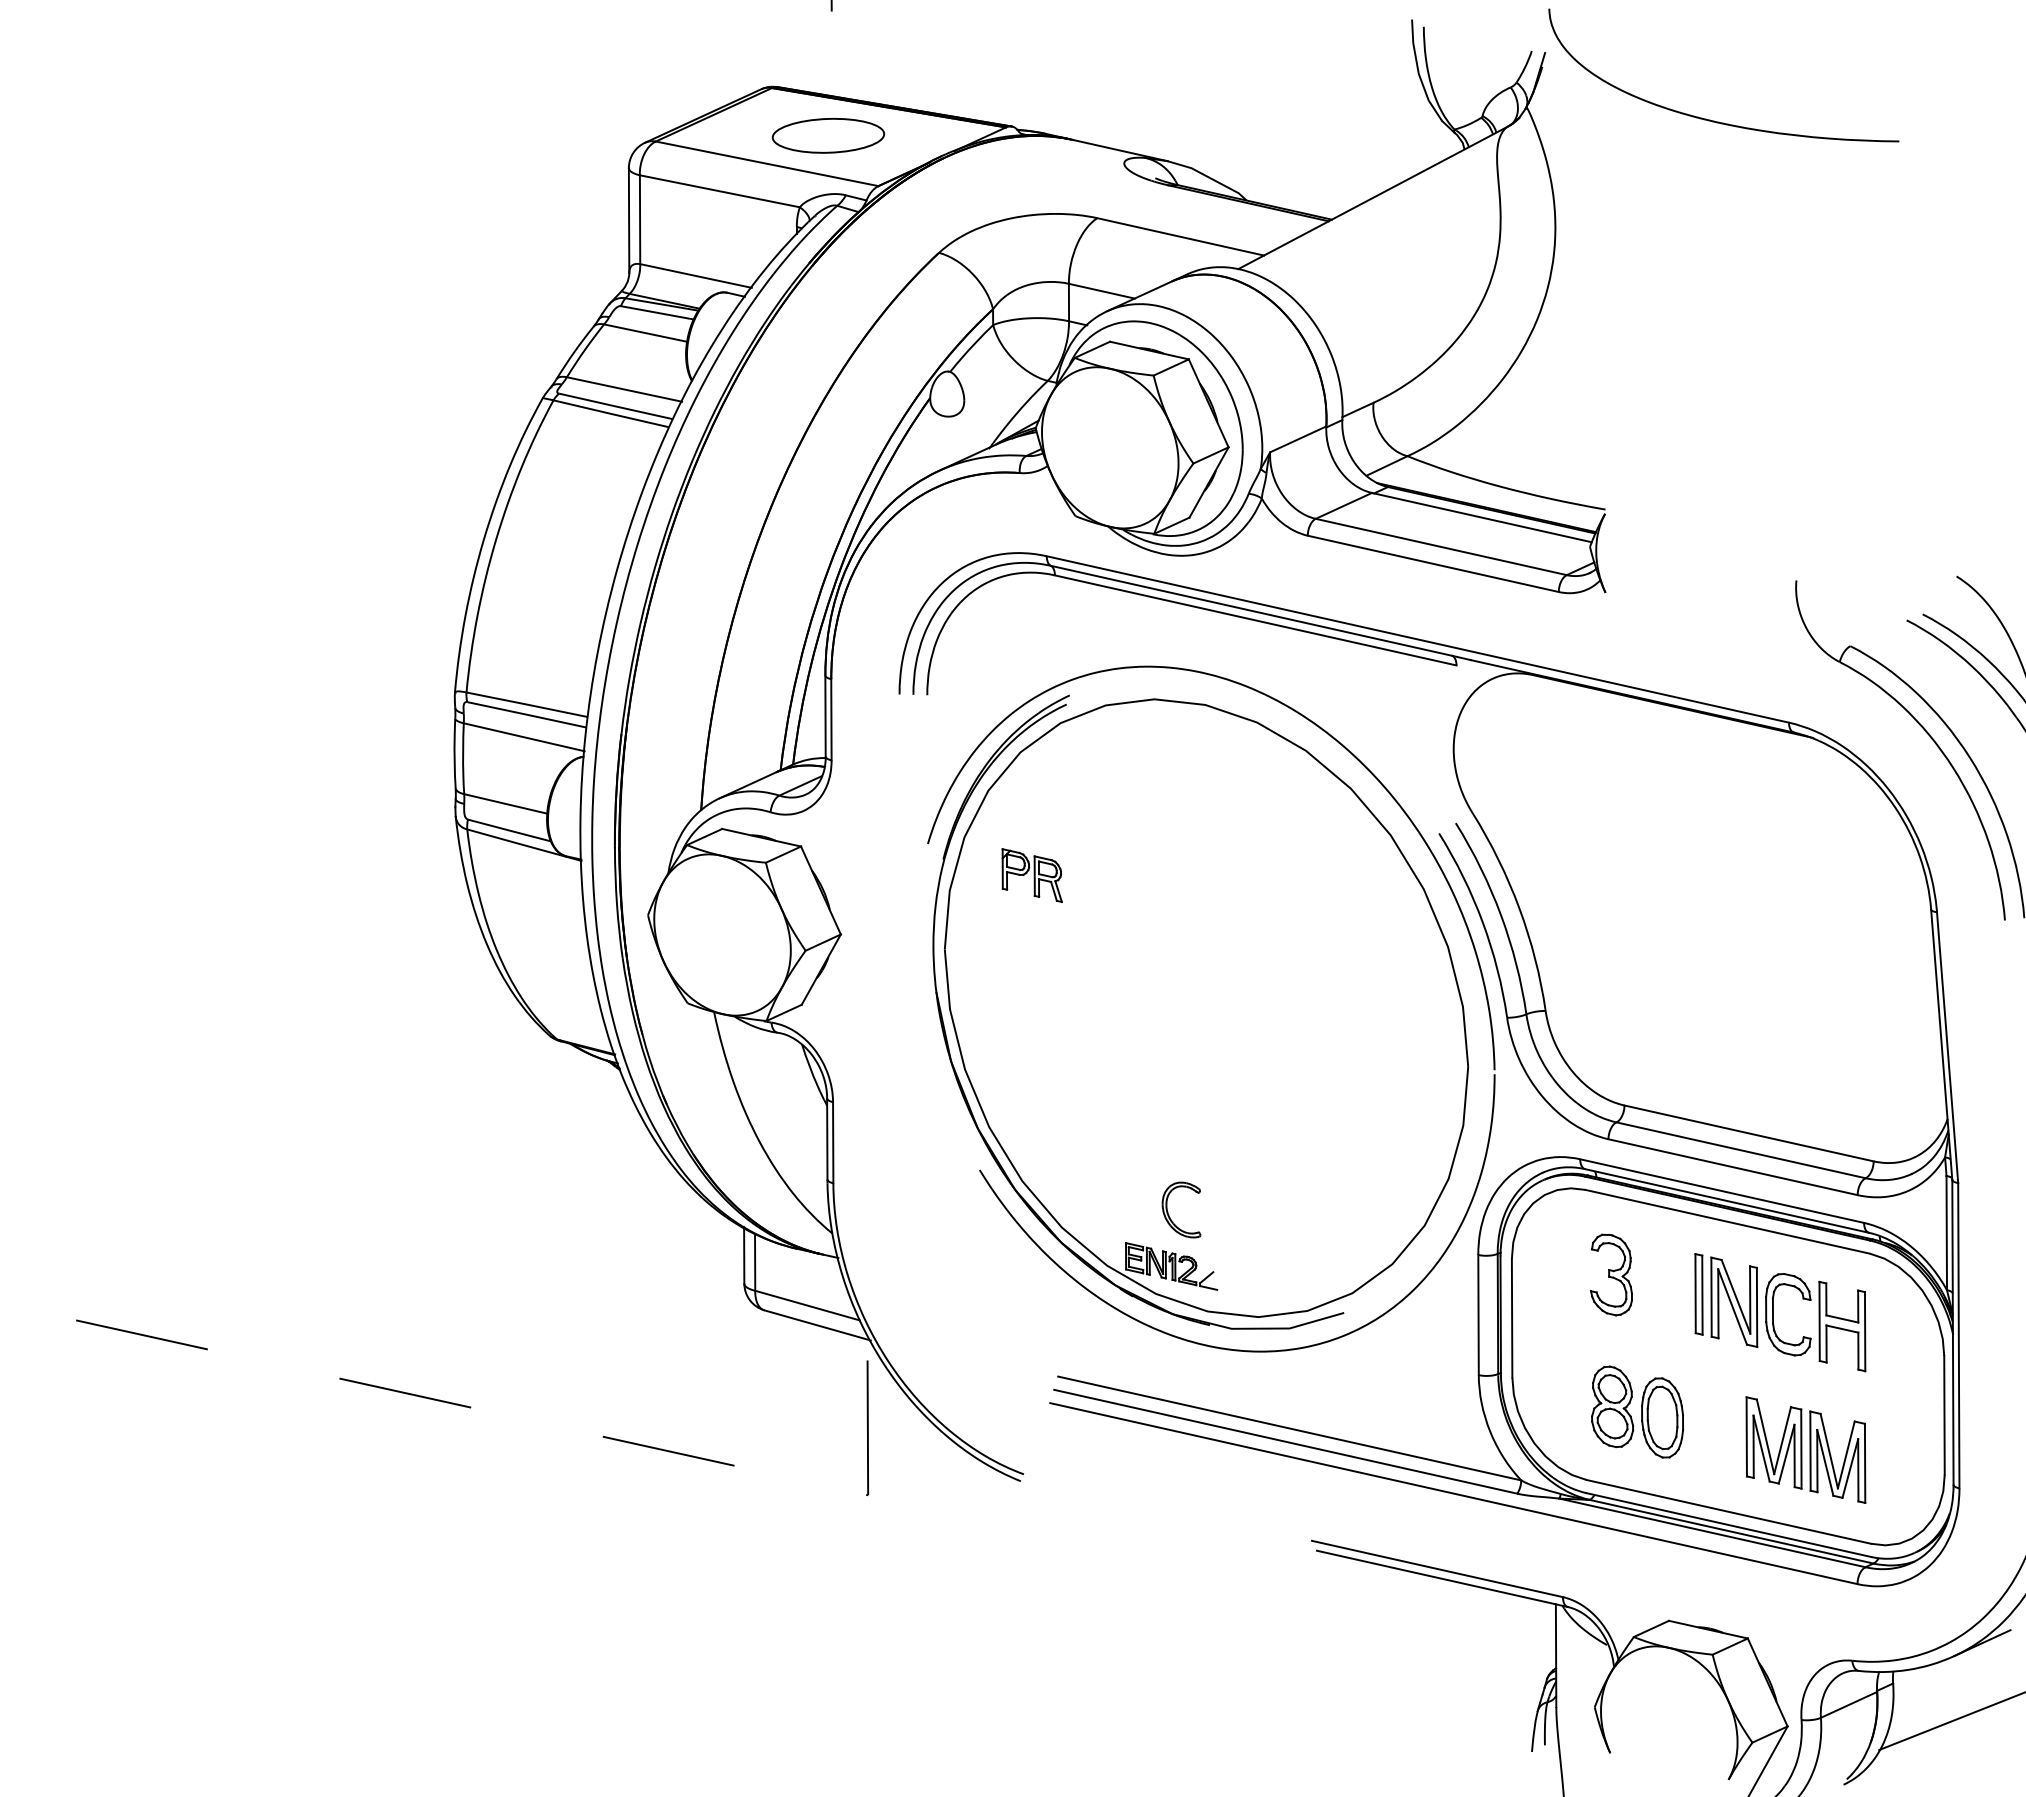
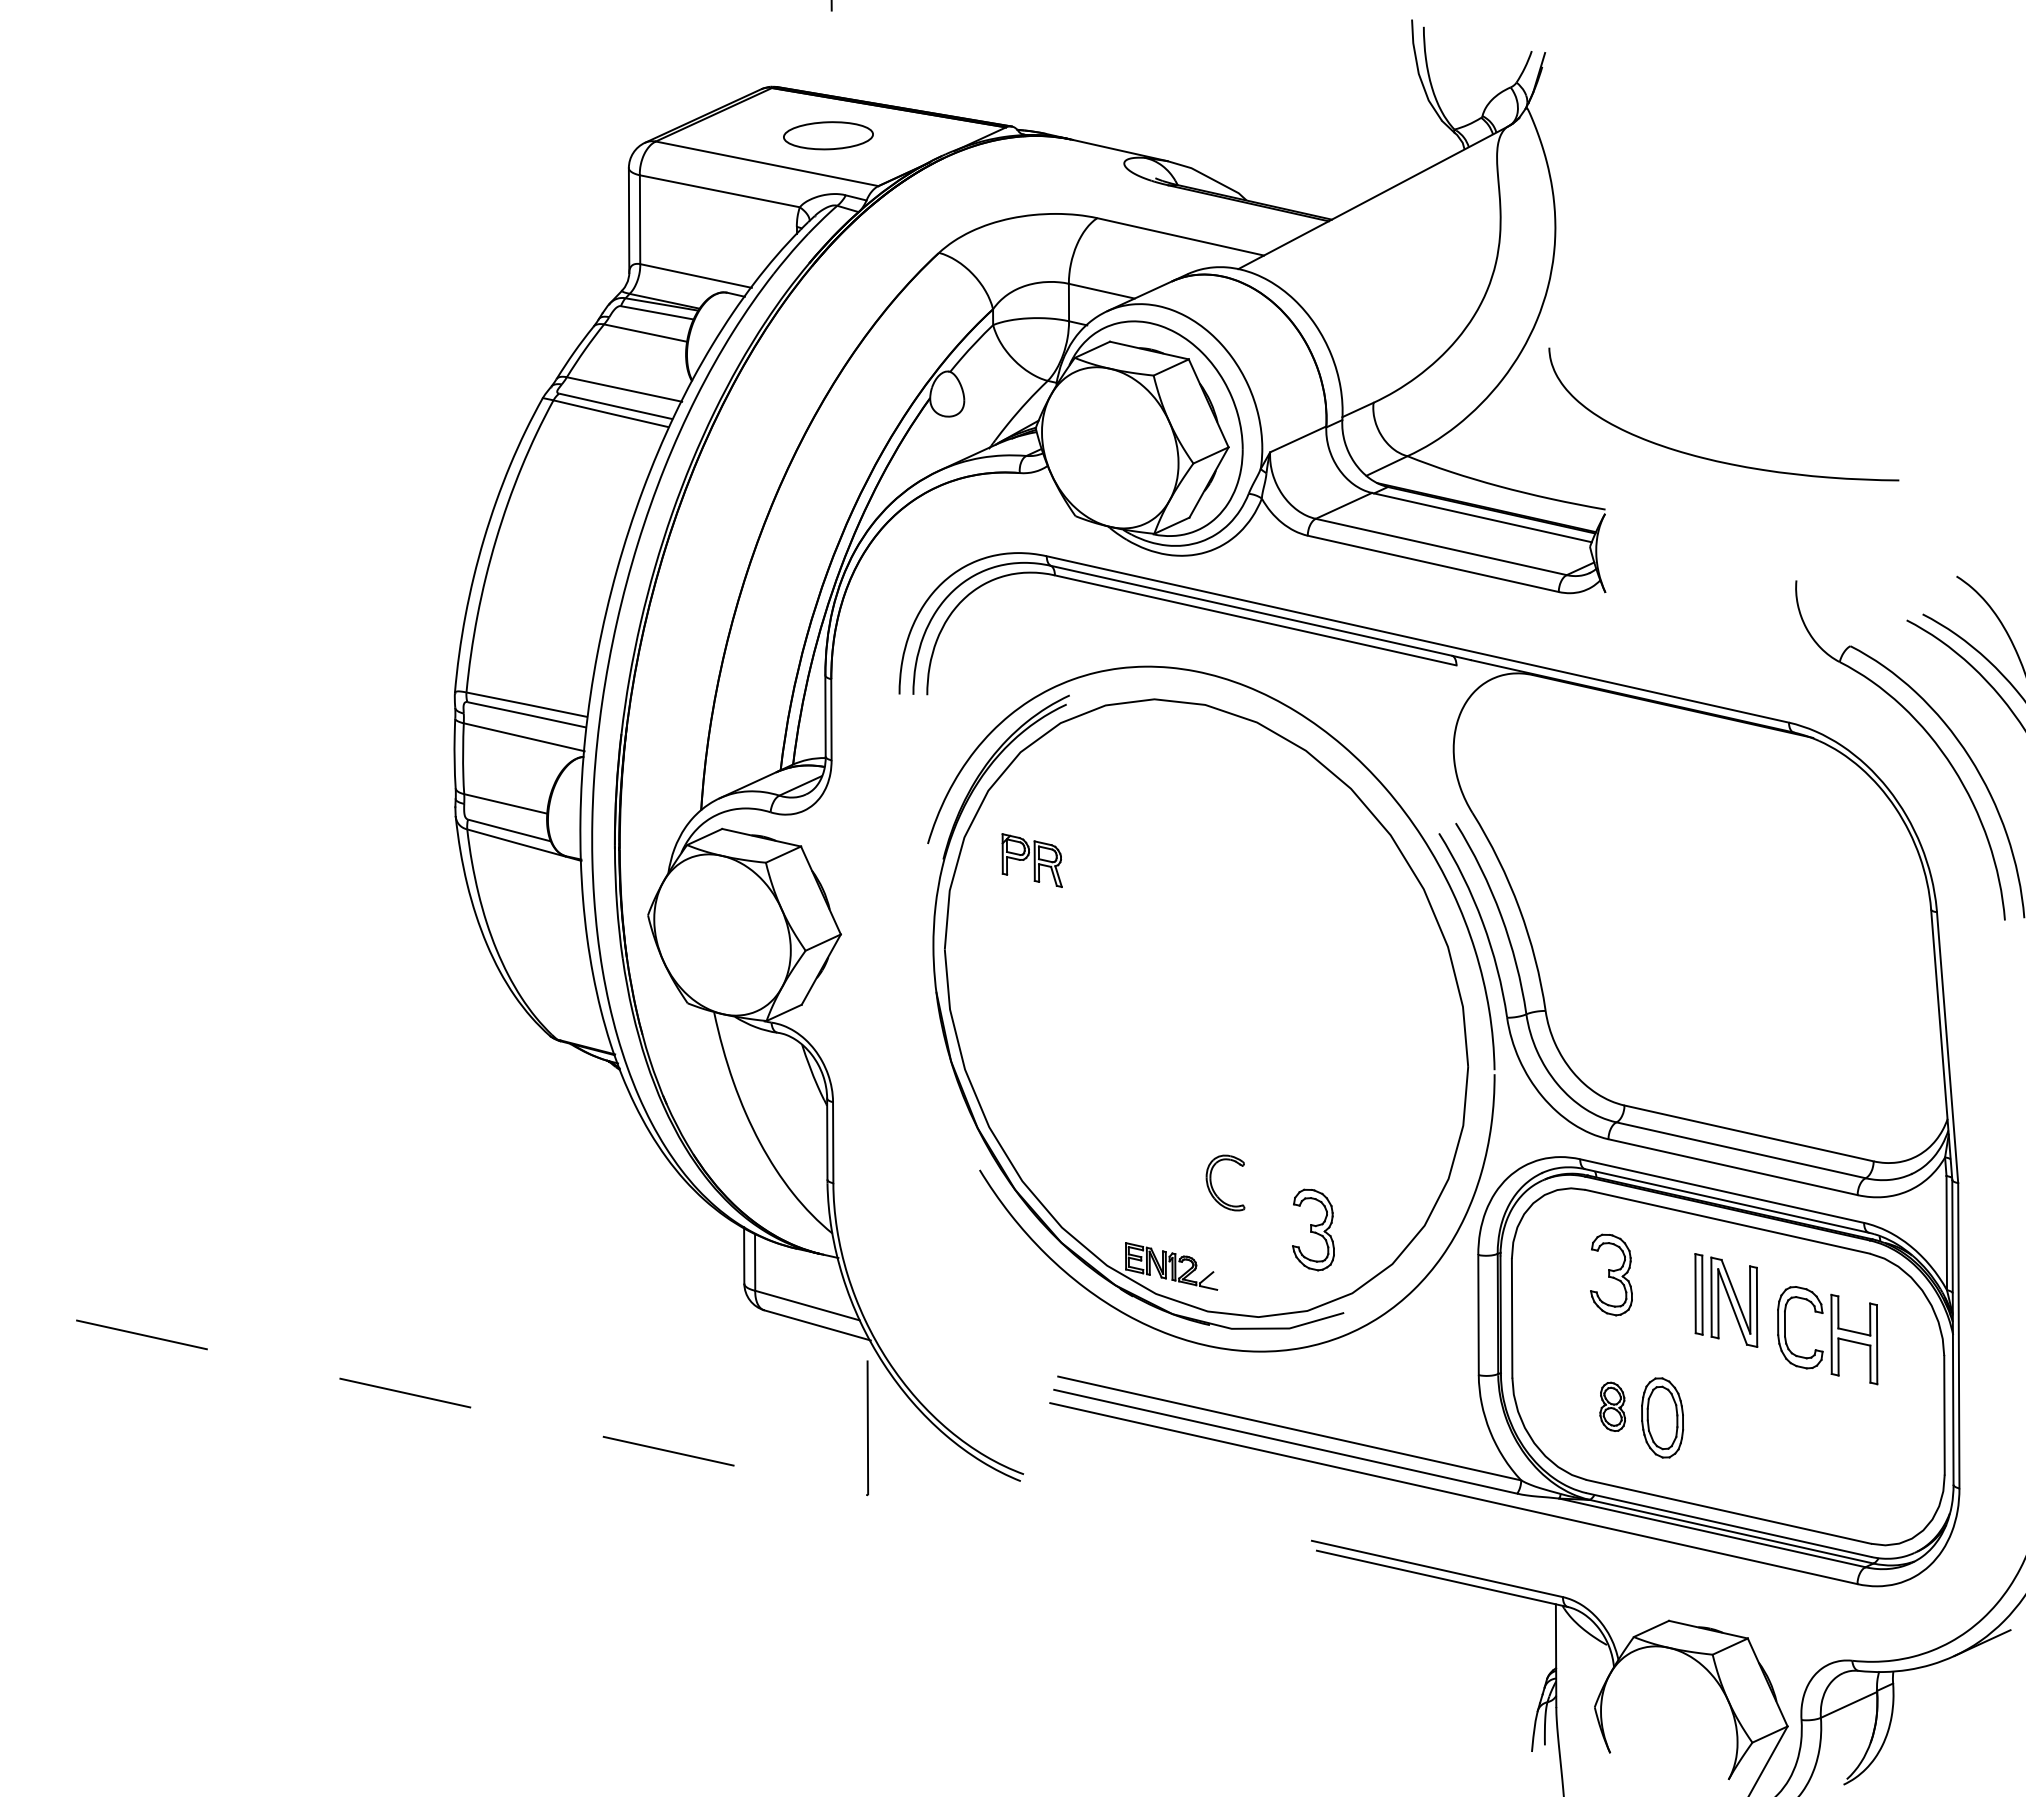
curve at (1710, 119) position: (1710, 119) -> (1710, 458)
part at (828, 135) size: 115x37 px -> 91x30 px
part at (1031, 875) position: (1031, 875) -> (1031, 860)
part at (1168, 1211) position: (1168, 1211) -> (1212, 1184)
part at (1313, 1229): none -> present
part at (1815, 1322) position: (1815, 1322) -> (1827, 1335)
part at (1612, 1406) size: 44x84 px -> 27x51 px
part at (1805, 1449): present -> none
line at (1950, 1721): present -> none
